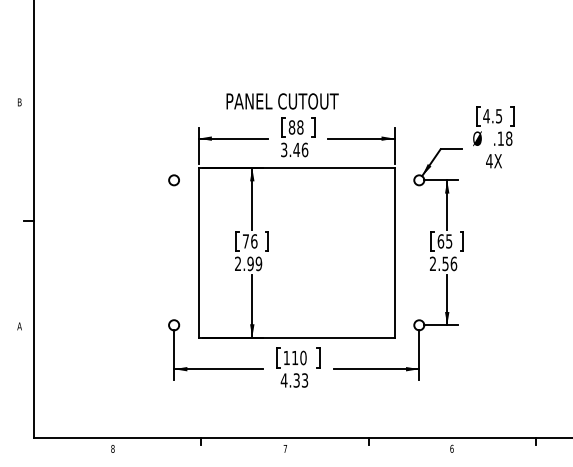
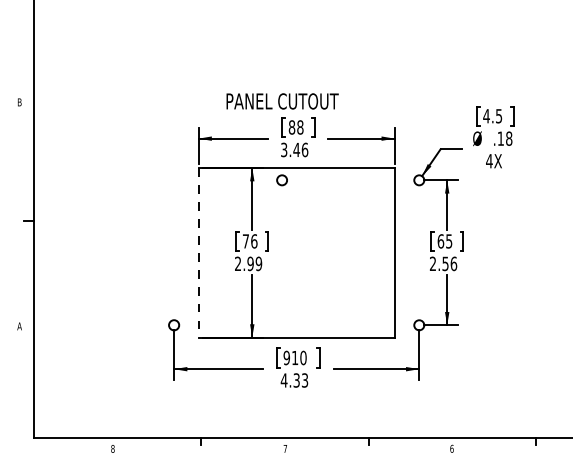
circle at (173, 180) position: (173, 180) -> (281, 180)
line at (198, 252): solid -> dashed
text at (286, 357): 110 -> 910
